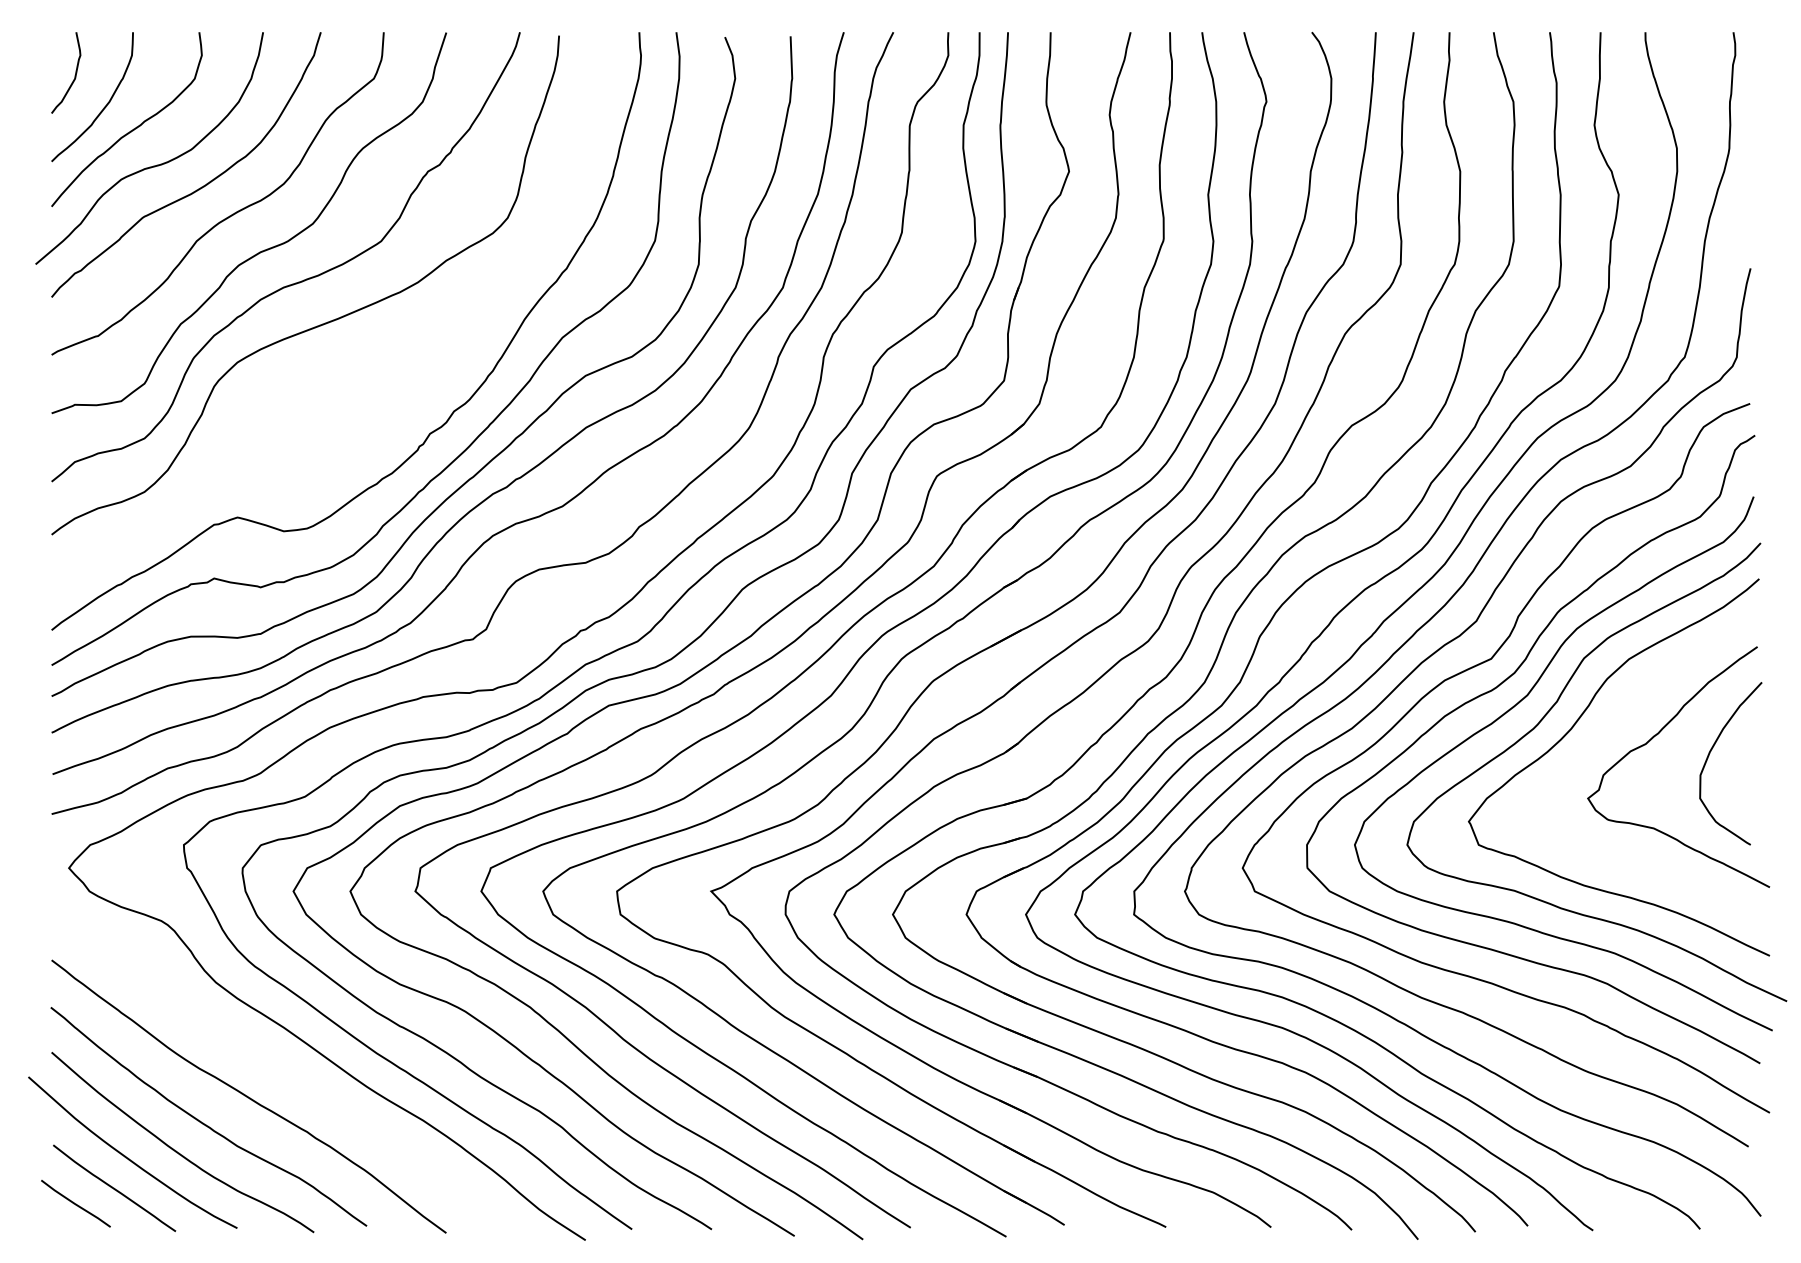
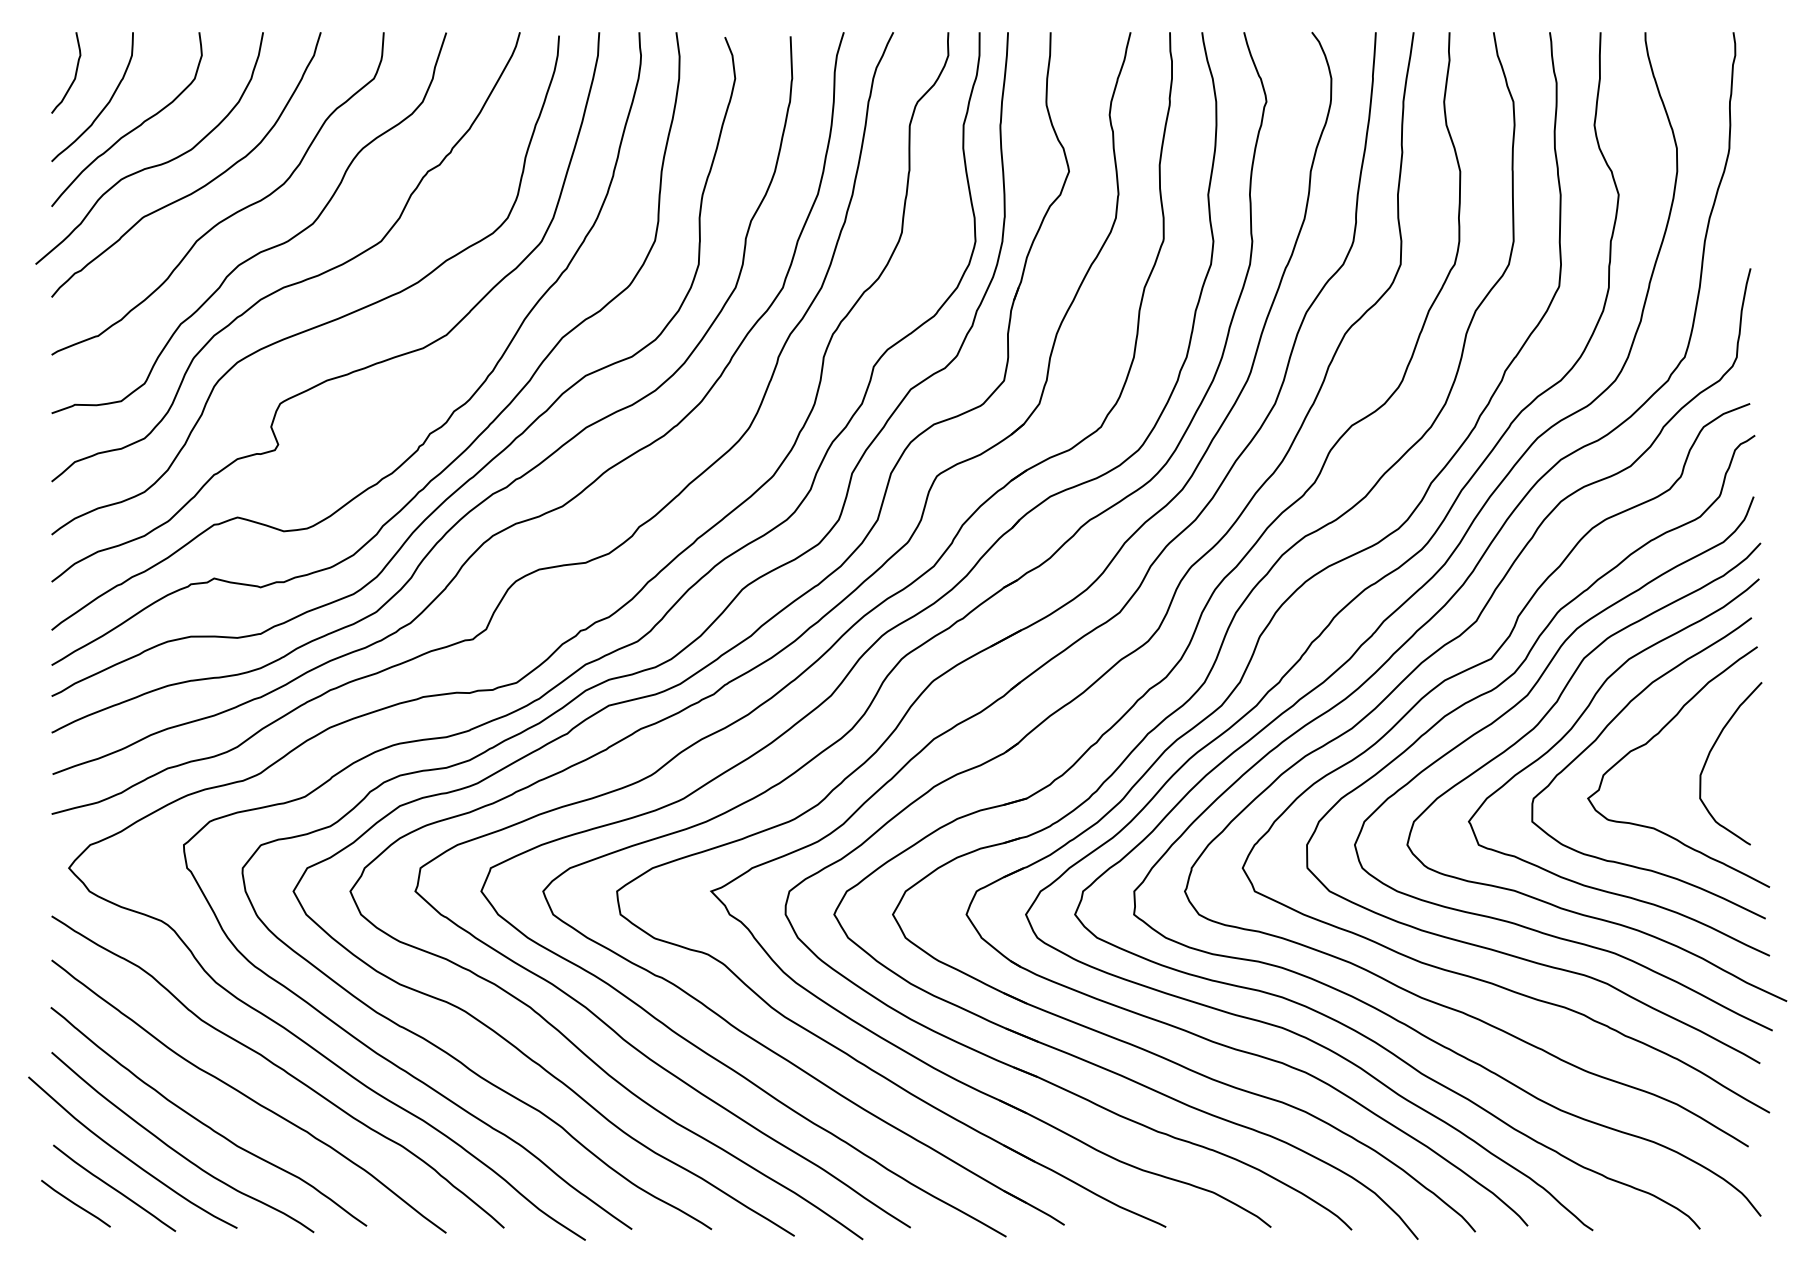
curve at (353, 370): none -> present
curve at (1603, 732): none -> present
curve at (279, 1068): none -> present
